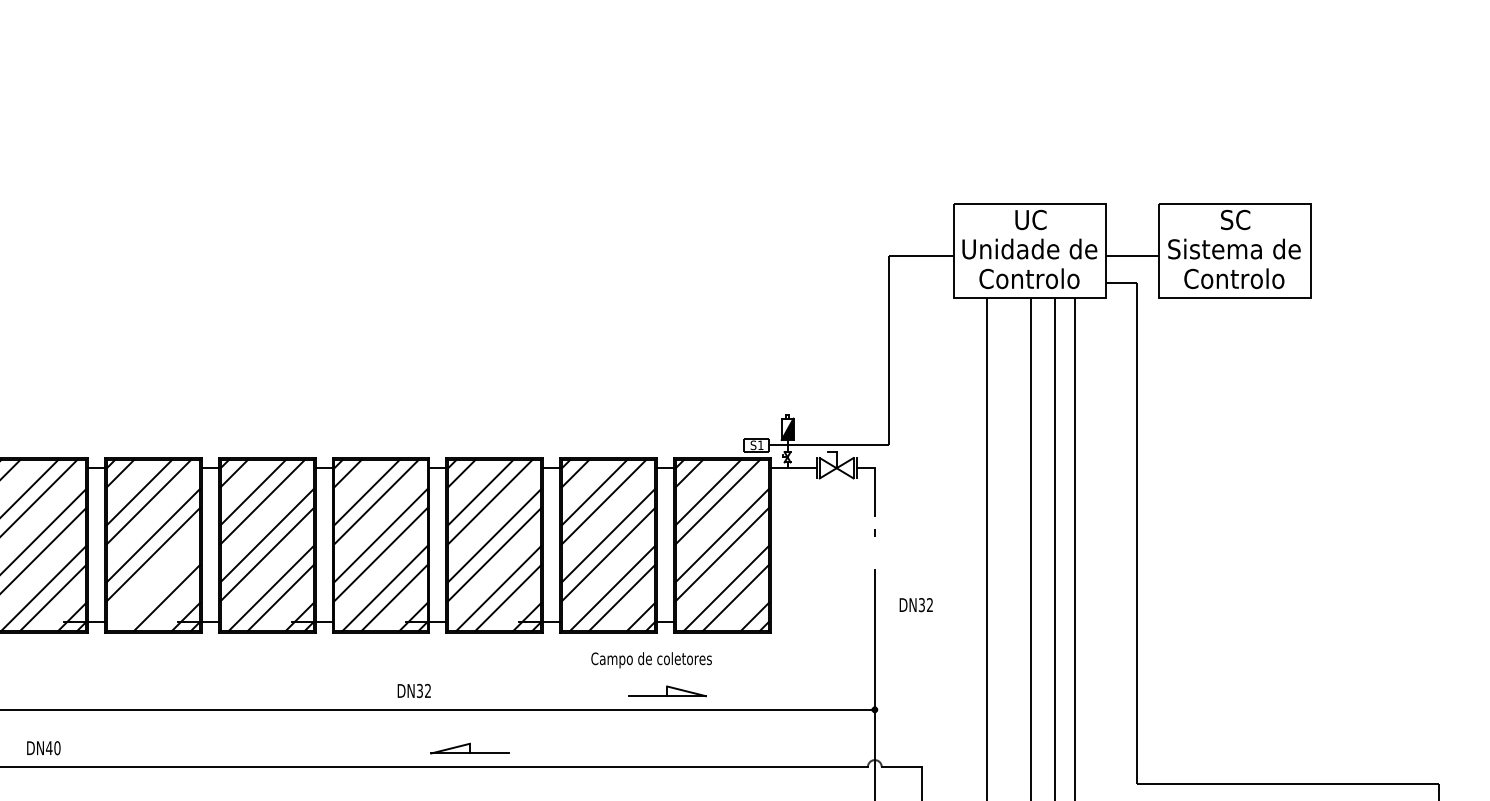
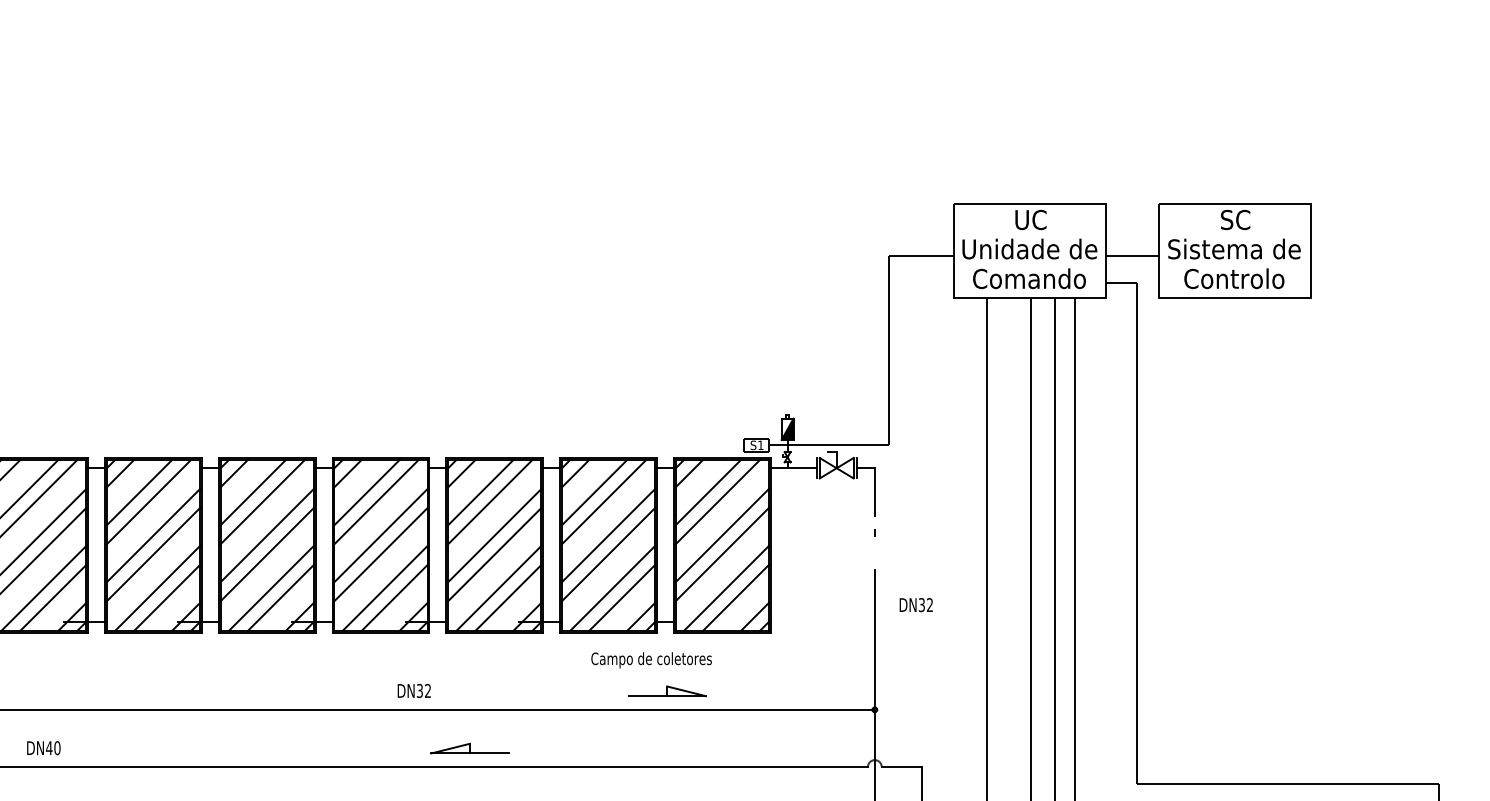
text at (1029, 278): Controlo -> Comando
line at (156, 588): none -> present
